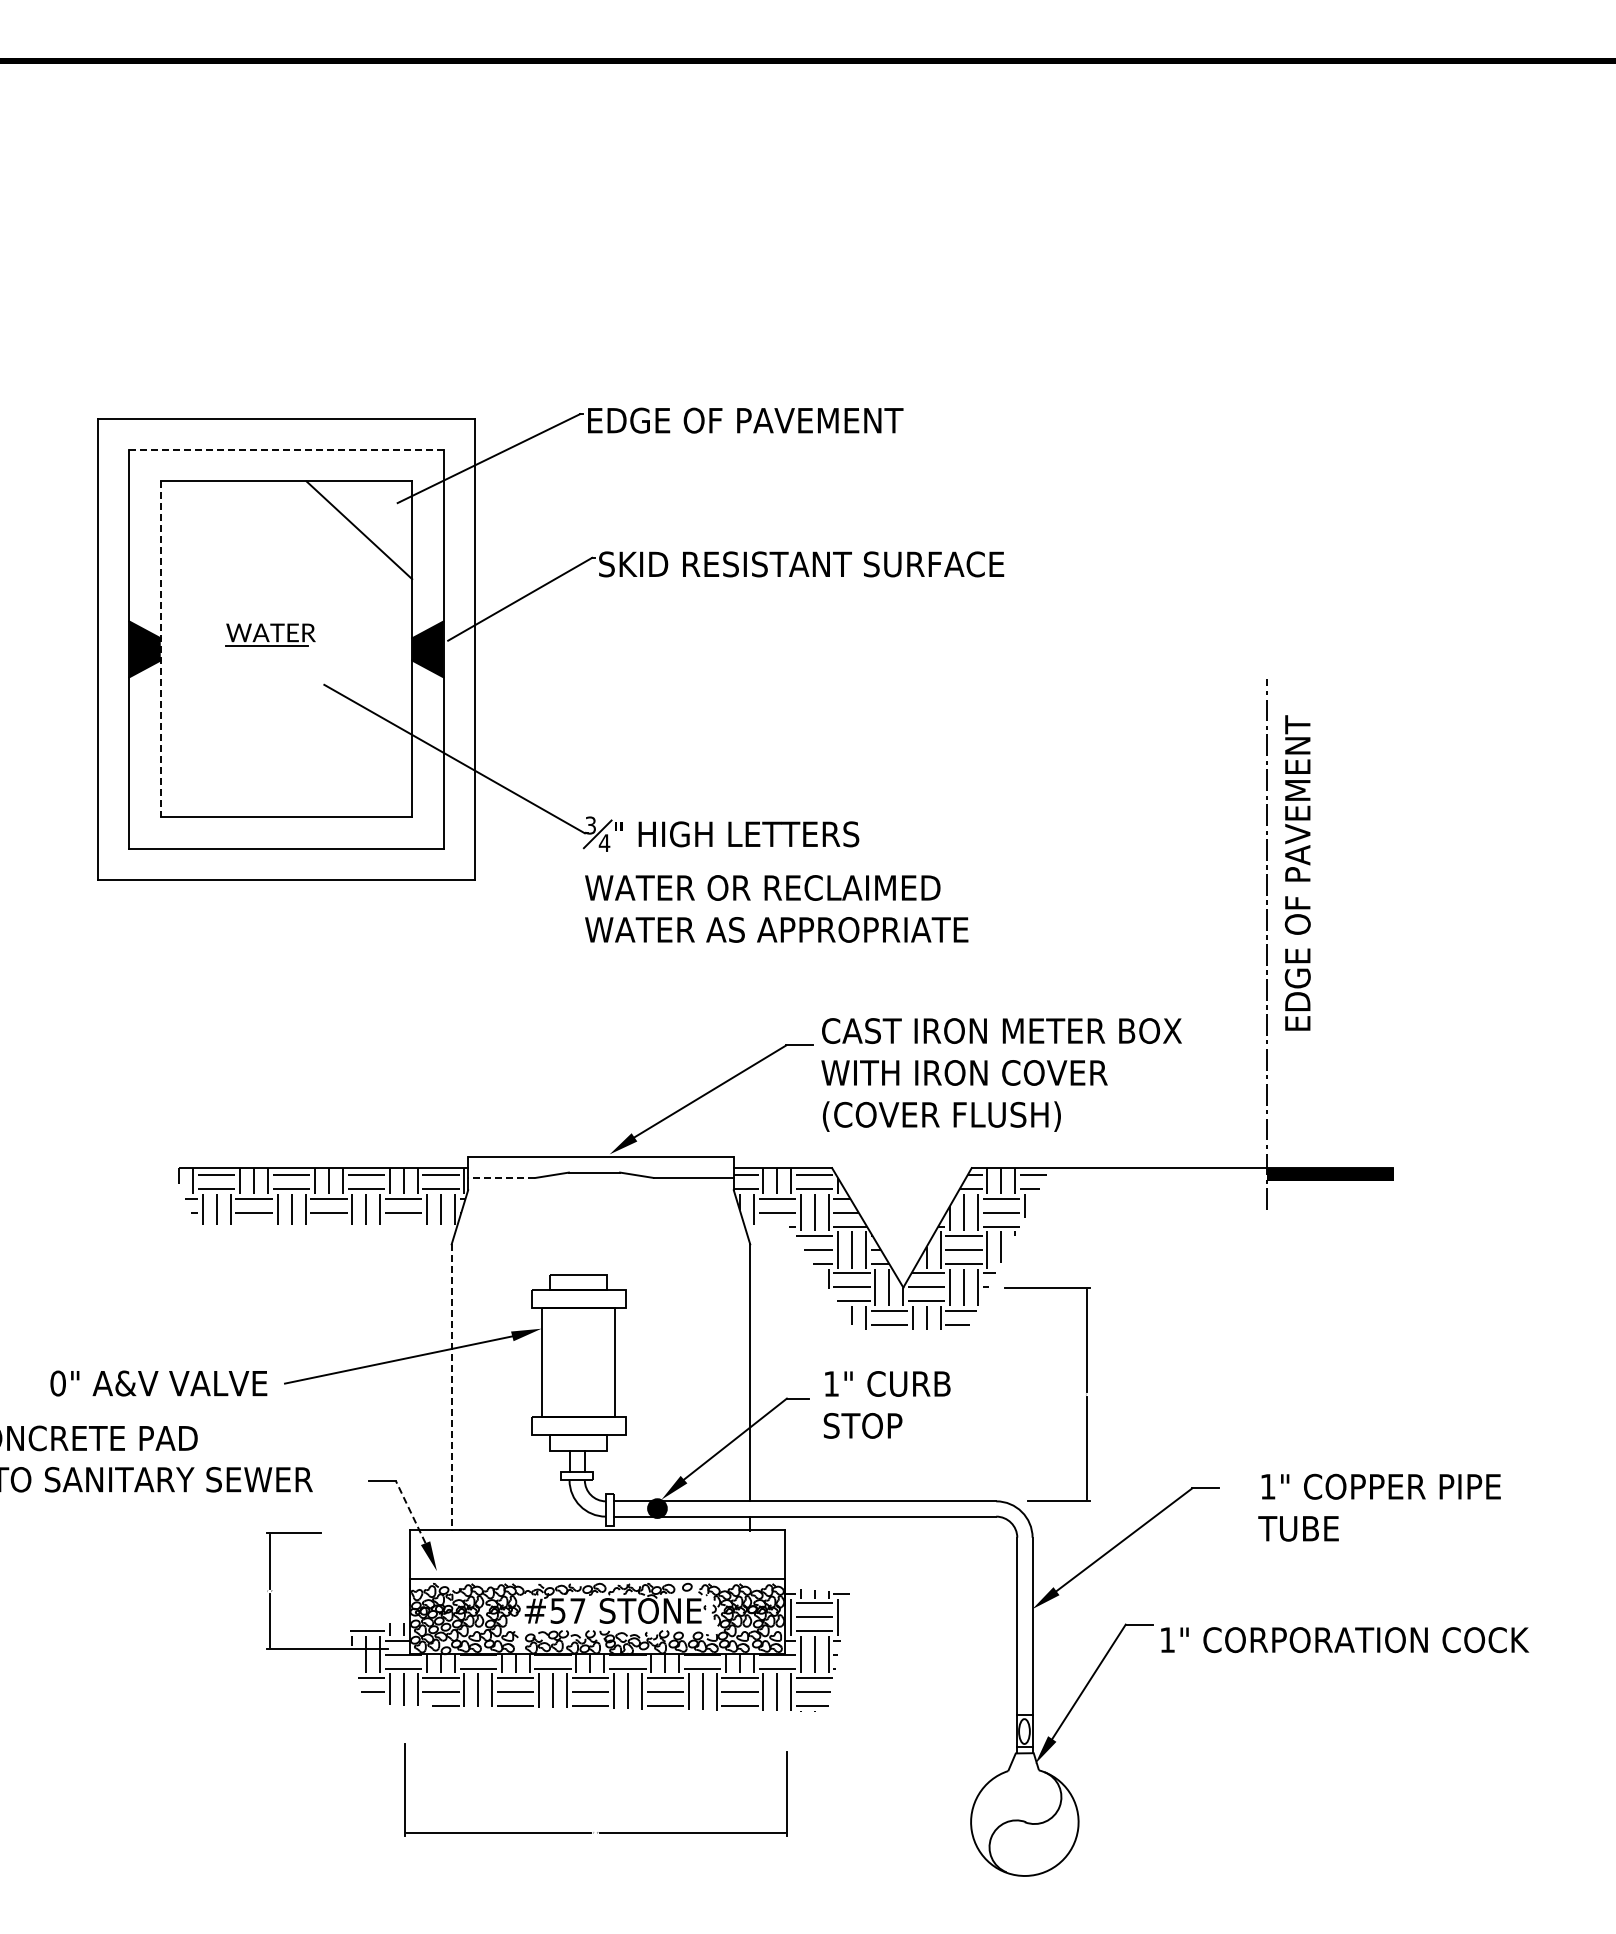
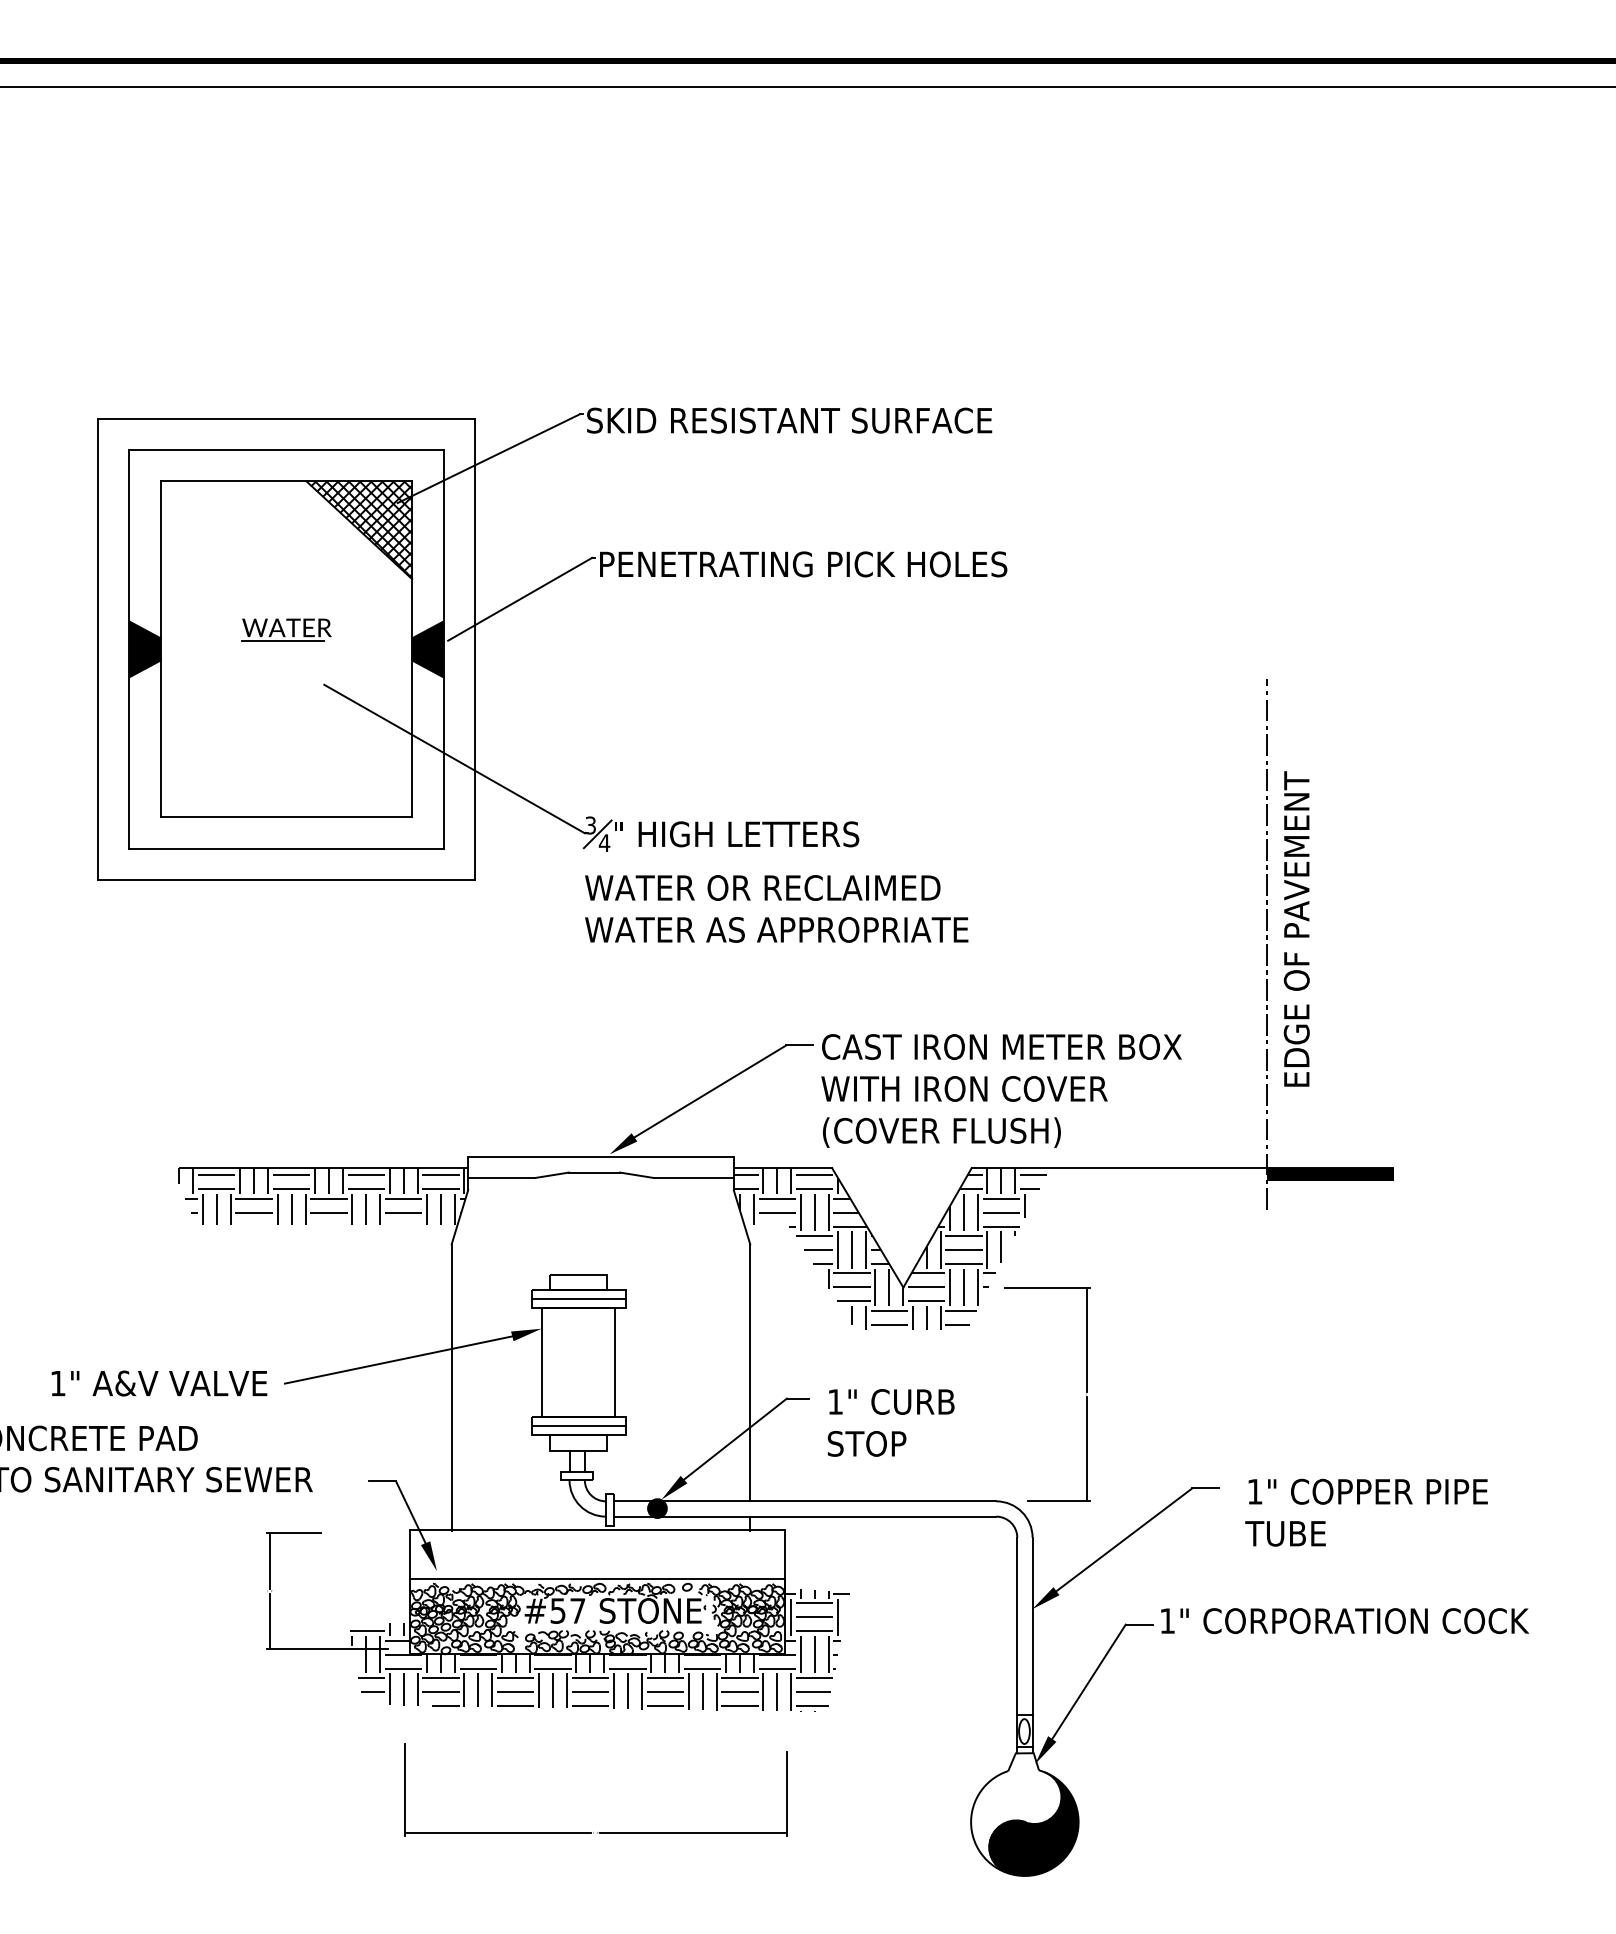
line at (807, 86): none -> present
text at (789, 420): EDGE OF PAVEMENT -> SKID RESISTANT SURFACE
line at (285, 449): dashed -> solid
hatch at (361, 529): none -> present
text at (803, 564): SKID RESISTANT SURFACE -> PENETRATING PICK HOLES
part at (270, 634) position: (270, 634) -> (286, 629)
line at (160, 649): dashed -> solid
text at (1297, 872) position: (1297, 872) -> (1296, 928)
text at (1001, 1074) position: (1001, 1074) -> (1001, 1090)
line at (501, 1177): dashed -> solid
line at (578, 1299): none -> present
text at (57, 1383): 0" -> 1"
line at (451, 1388): dashed -> solid
text at (886, 1404) position: (886, 1404) -> (890, 1422)
line at (578, 1426): none -> present
text at (1379, 1507) position: (1379, 1507) -> (1366, 1512)
line at (410, 1511): dashed -> solid
text at (1345, 1640) position: (1345, 1640) -> (1345, 1621)
fill at (1033, 1823): none -> present
